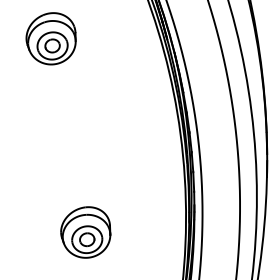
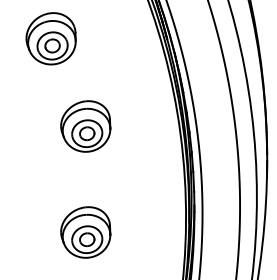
part at (85, 126): none -> present
